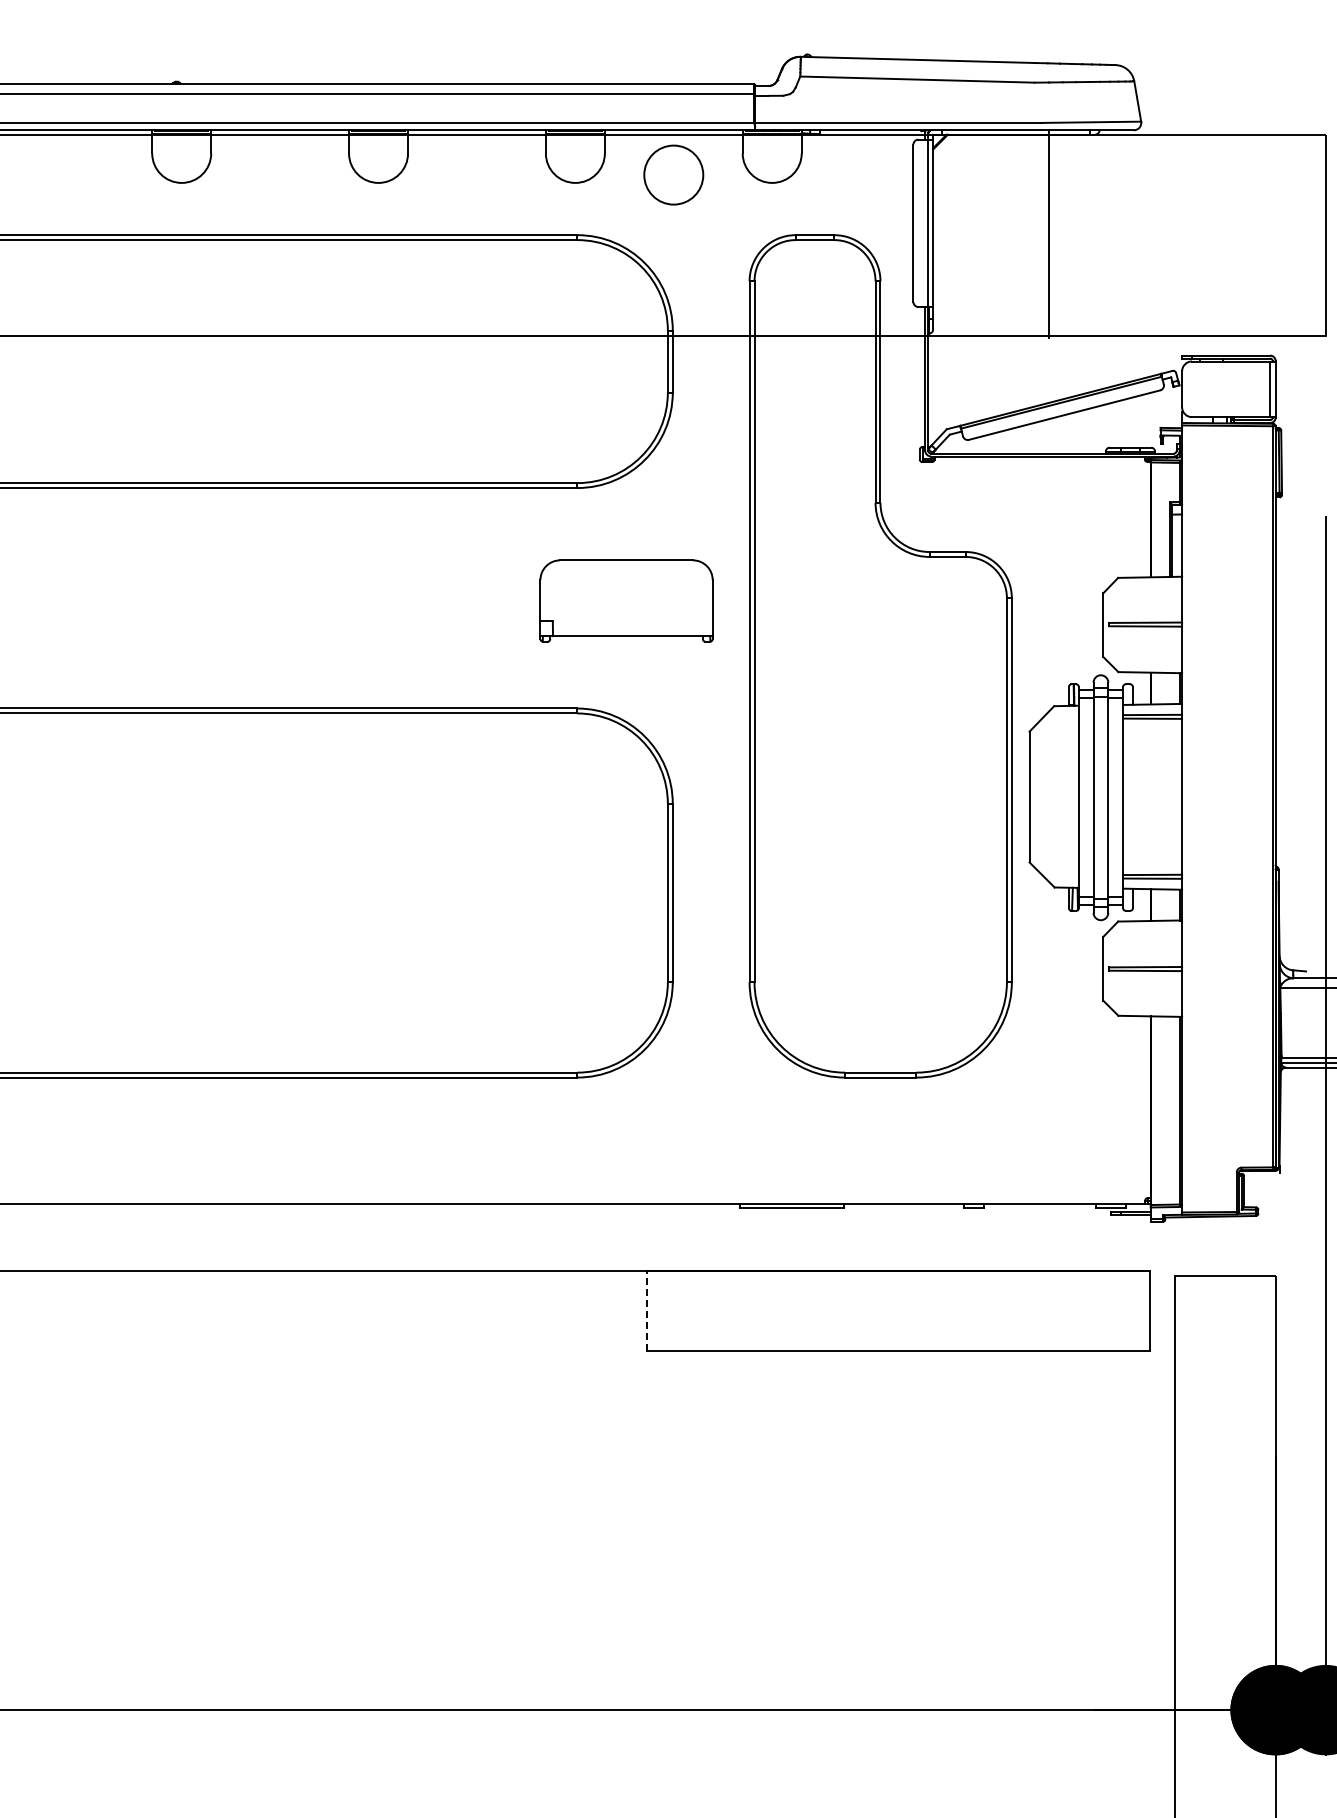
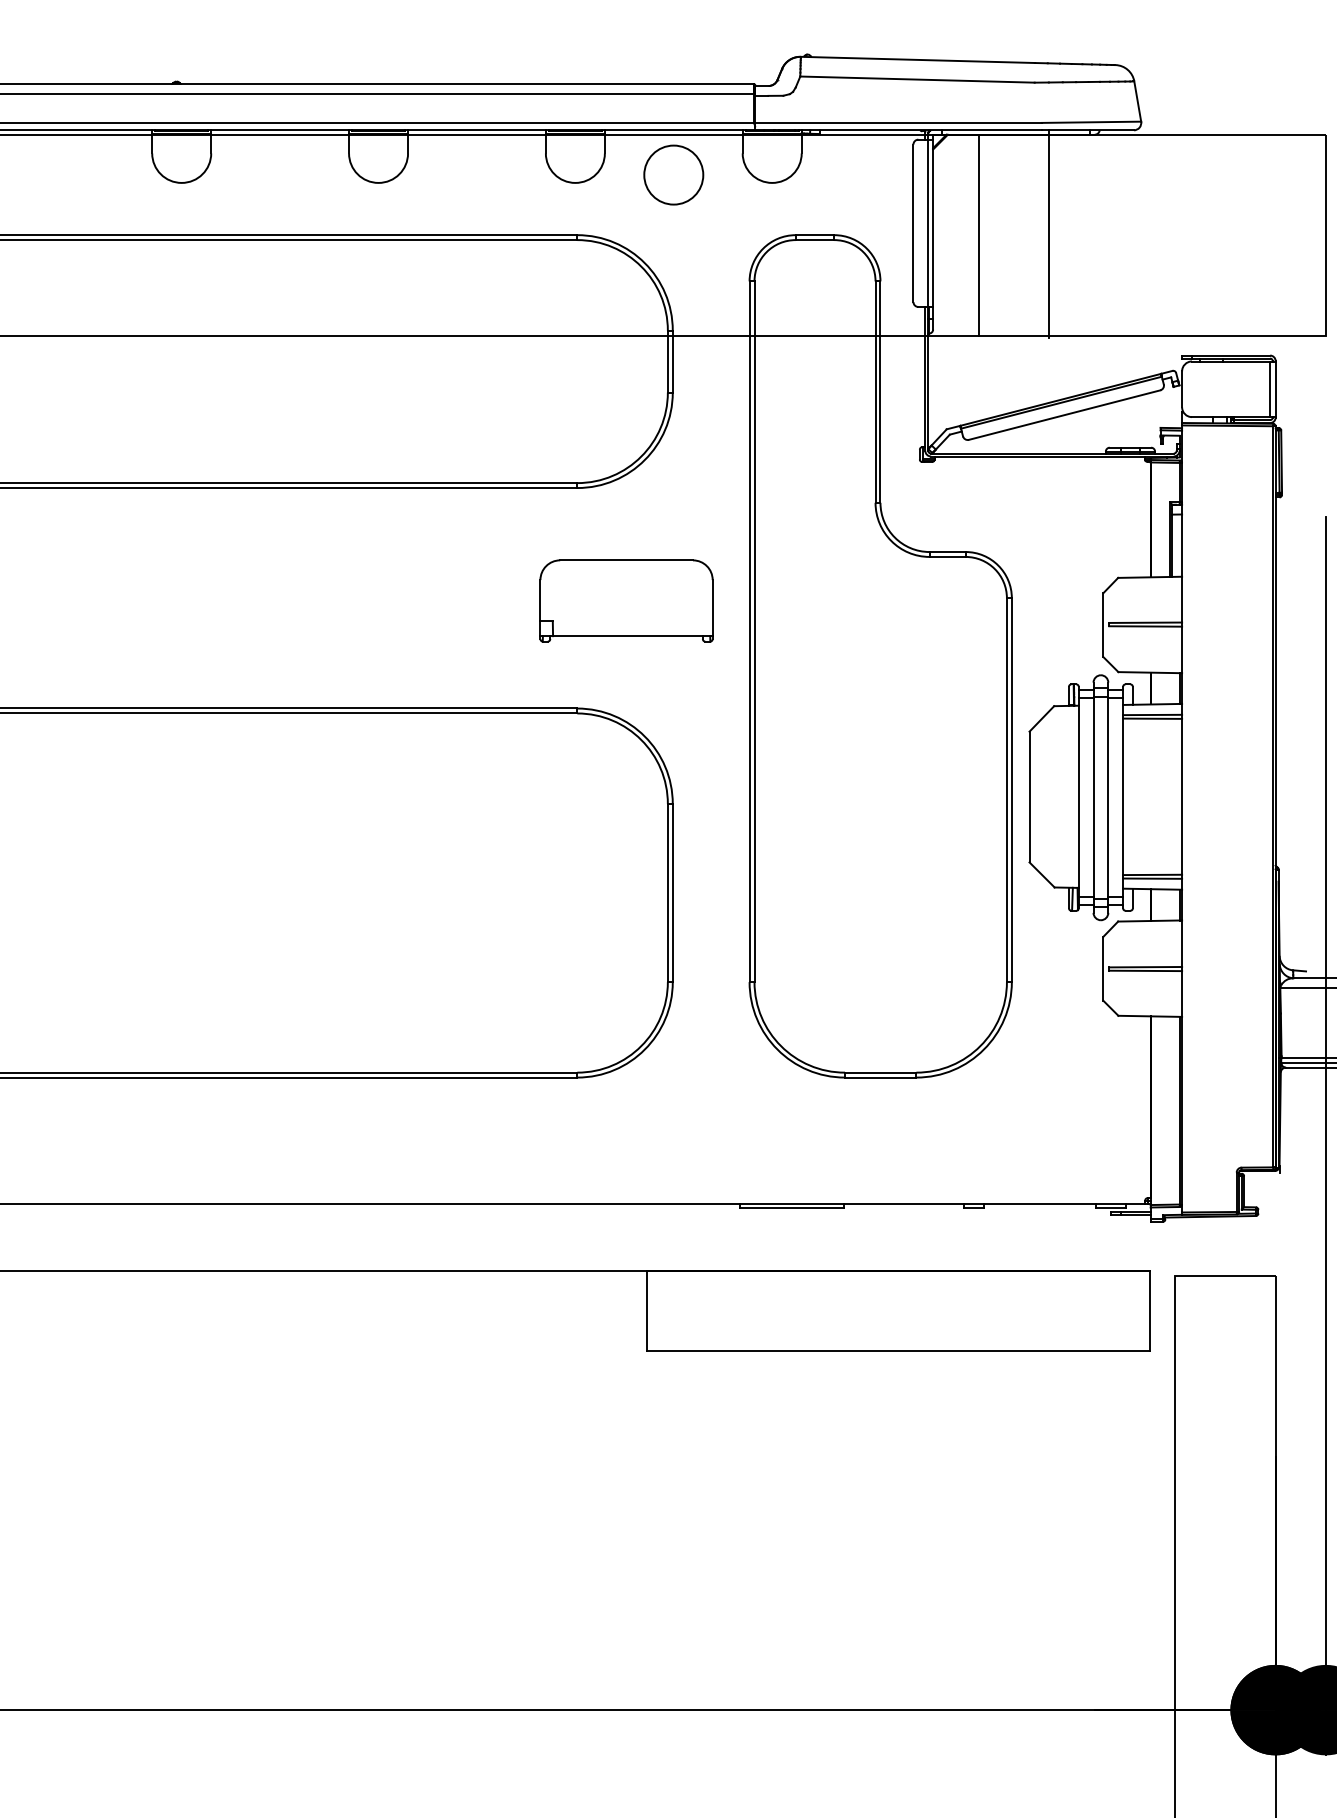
line at (979, 234): none -> present
line at (647, 1310): dashed -> solid
